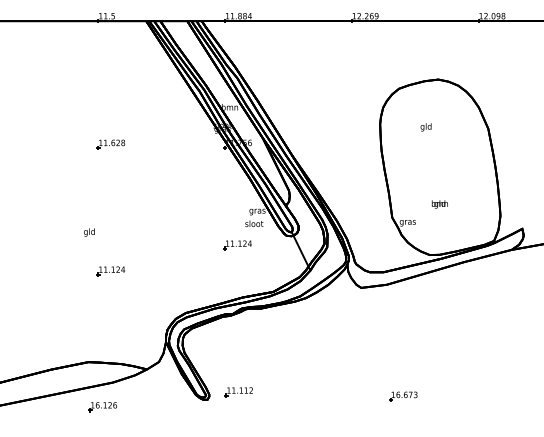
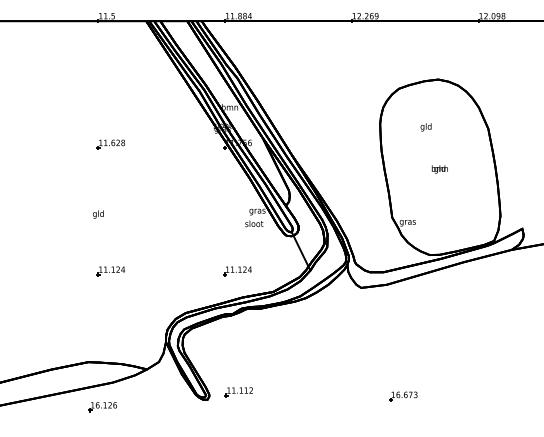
text at (439, 204) position: (439, 204) -> (439, 169)
text at (89, 232) position: (89, 232) -> (98, 214)
part at (237, 245) position: (237, 245) -> (237, 271)
